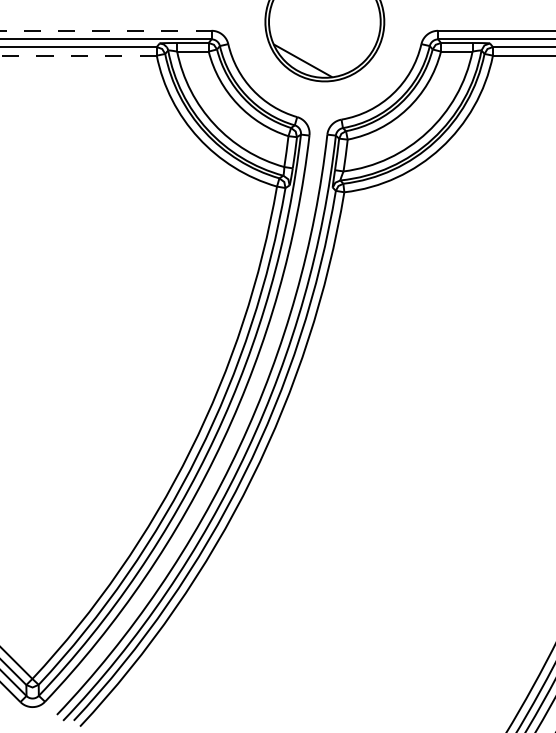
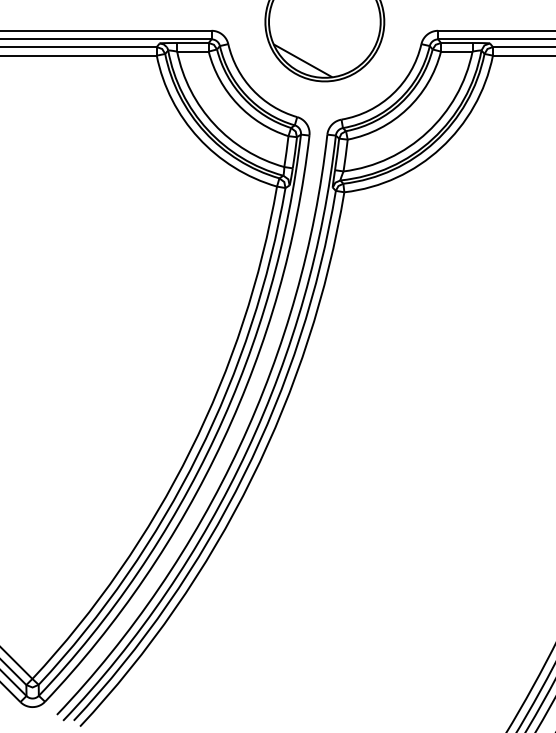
line at (106, 30): dashed -> solid
line at (77, 55): dashed -> solid
